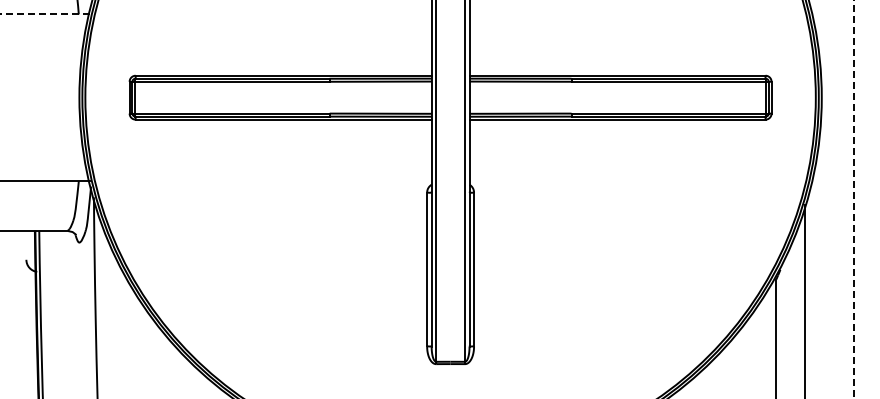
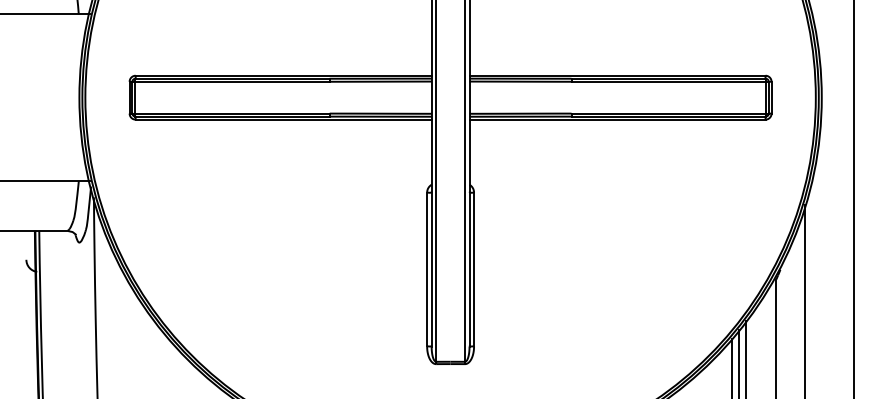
line at (44, 14): dashed -> solid
line at (853, 199): dashed -> solid
line at (746, 357): none -> present
line at (738, 362): none -> present
line at (731, 366): none -> present
